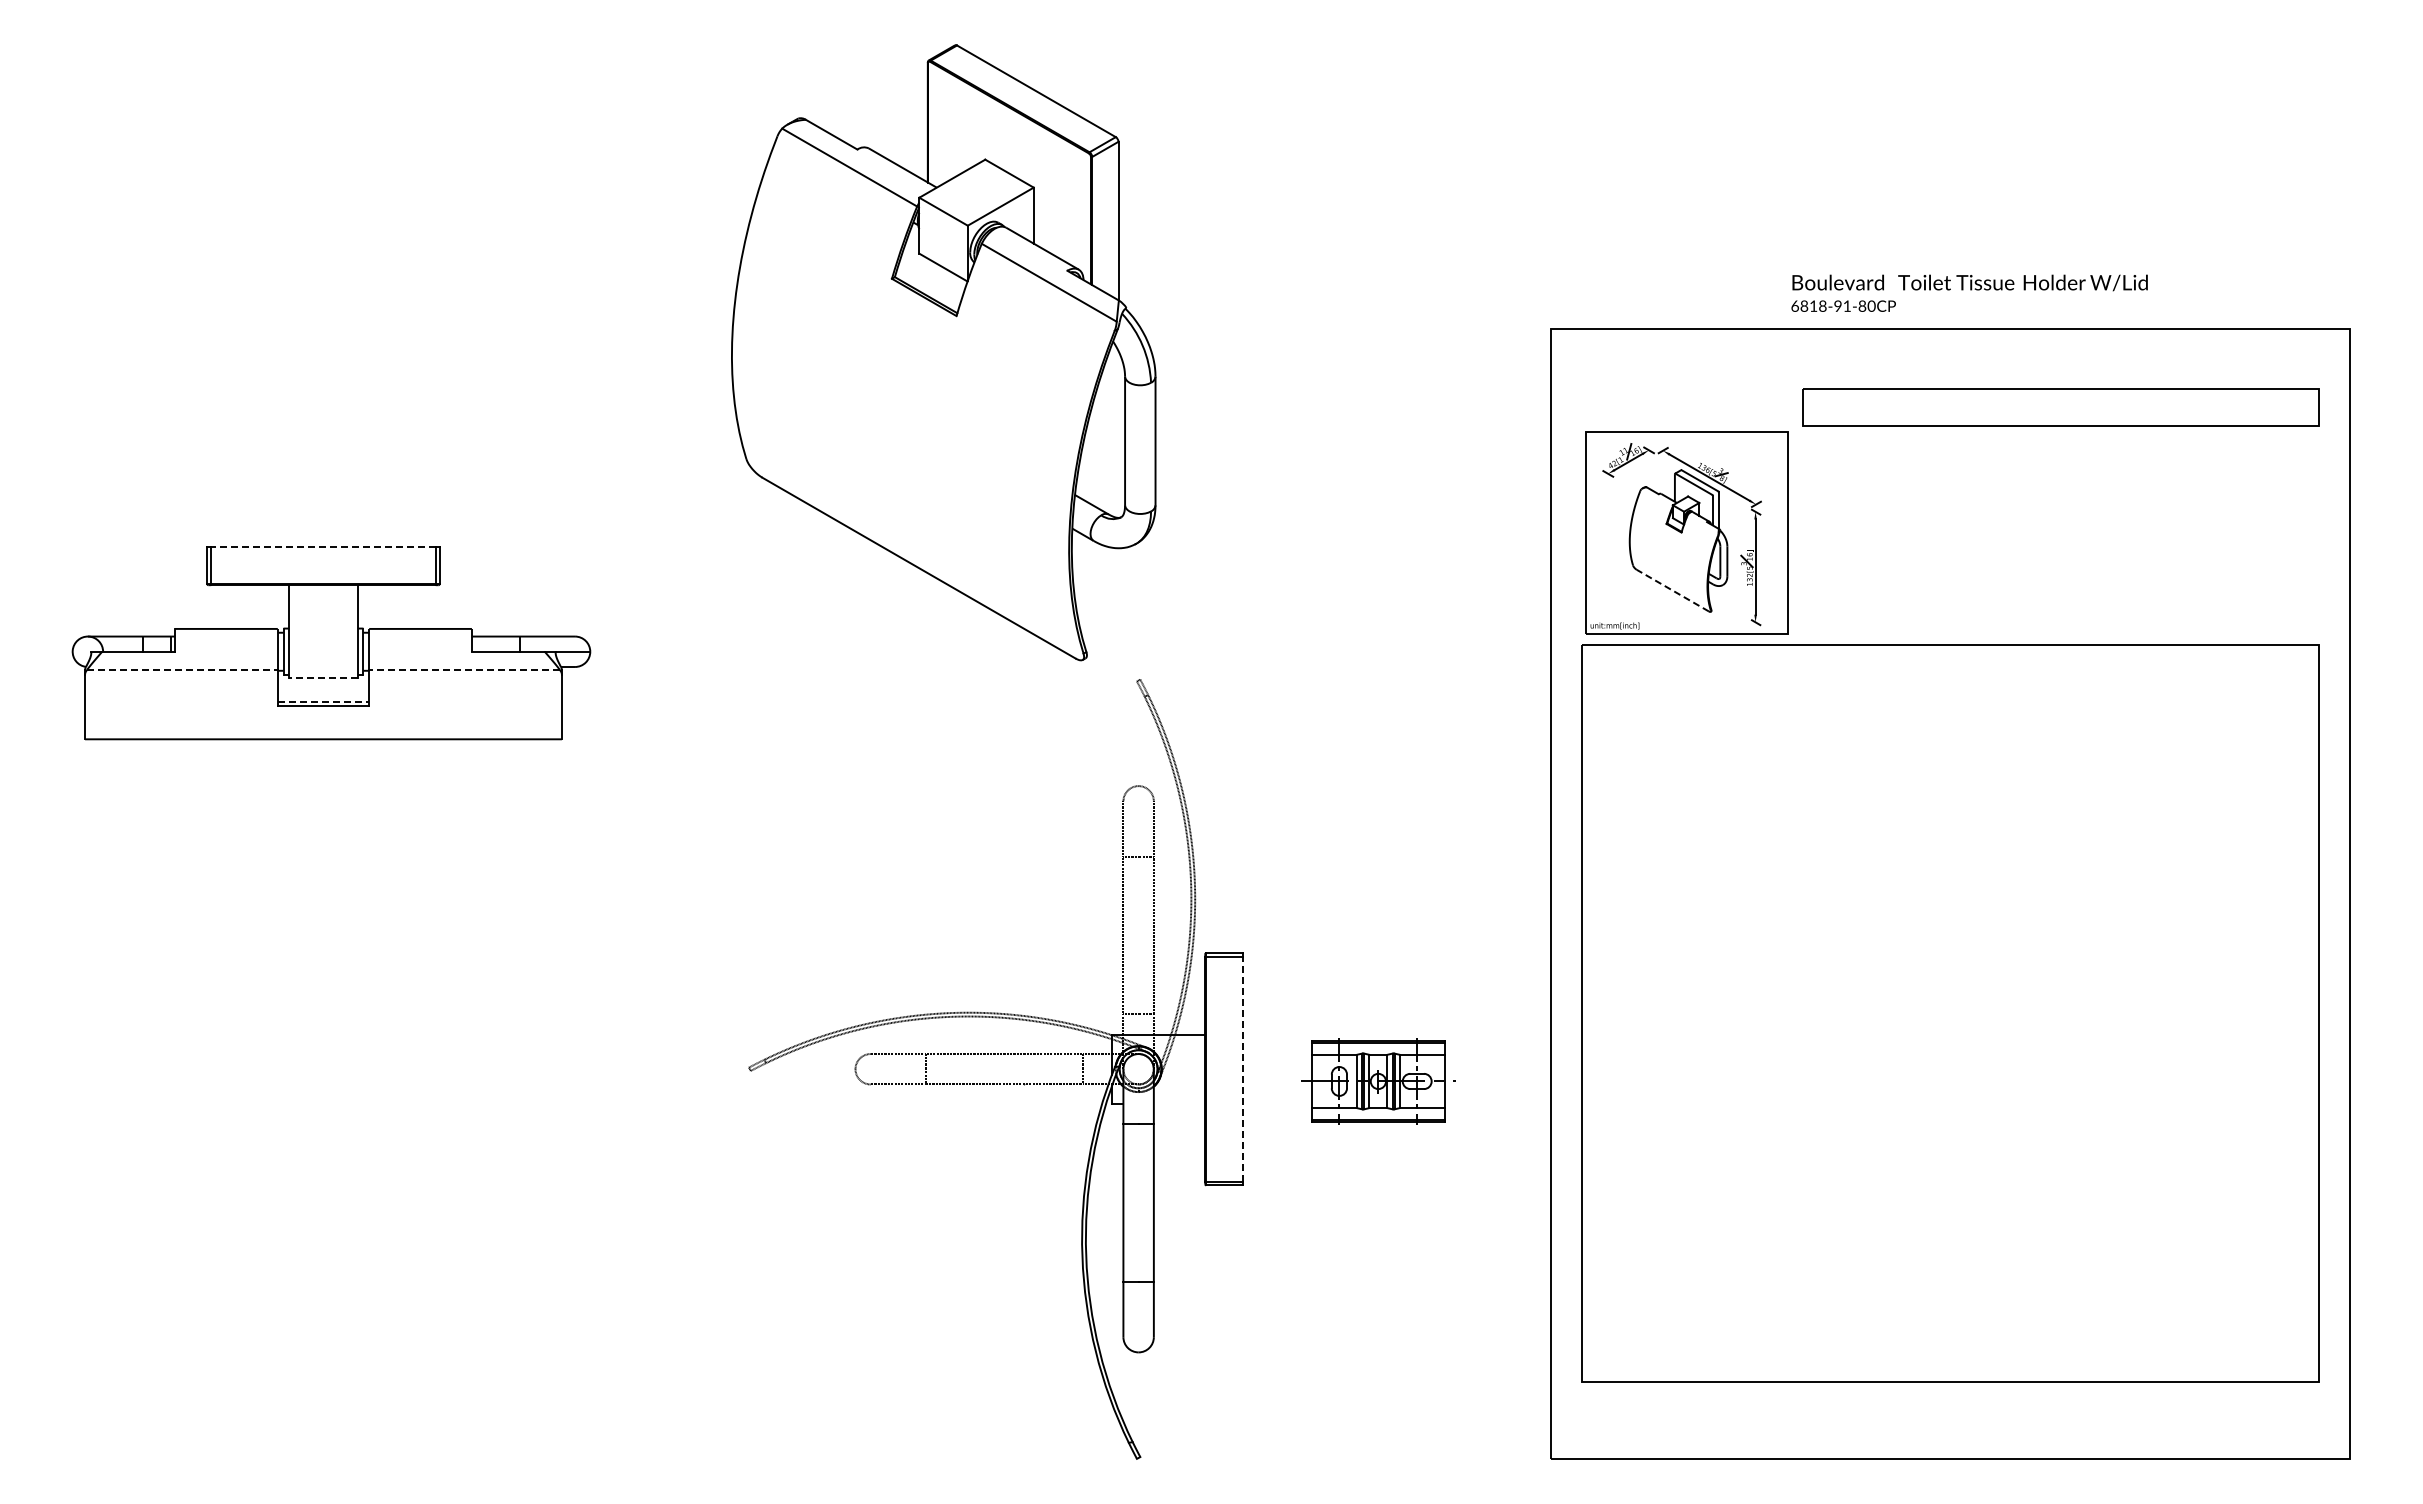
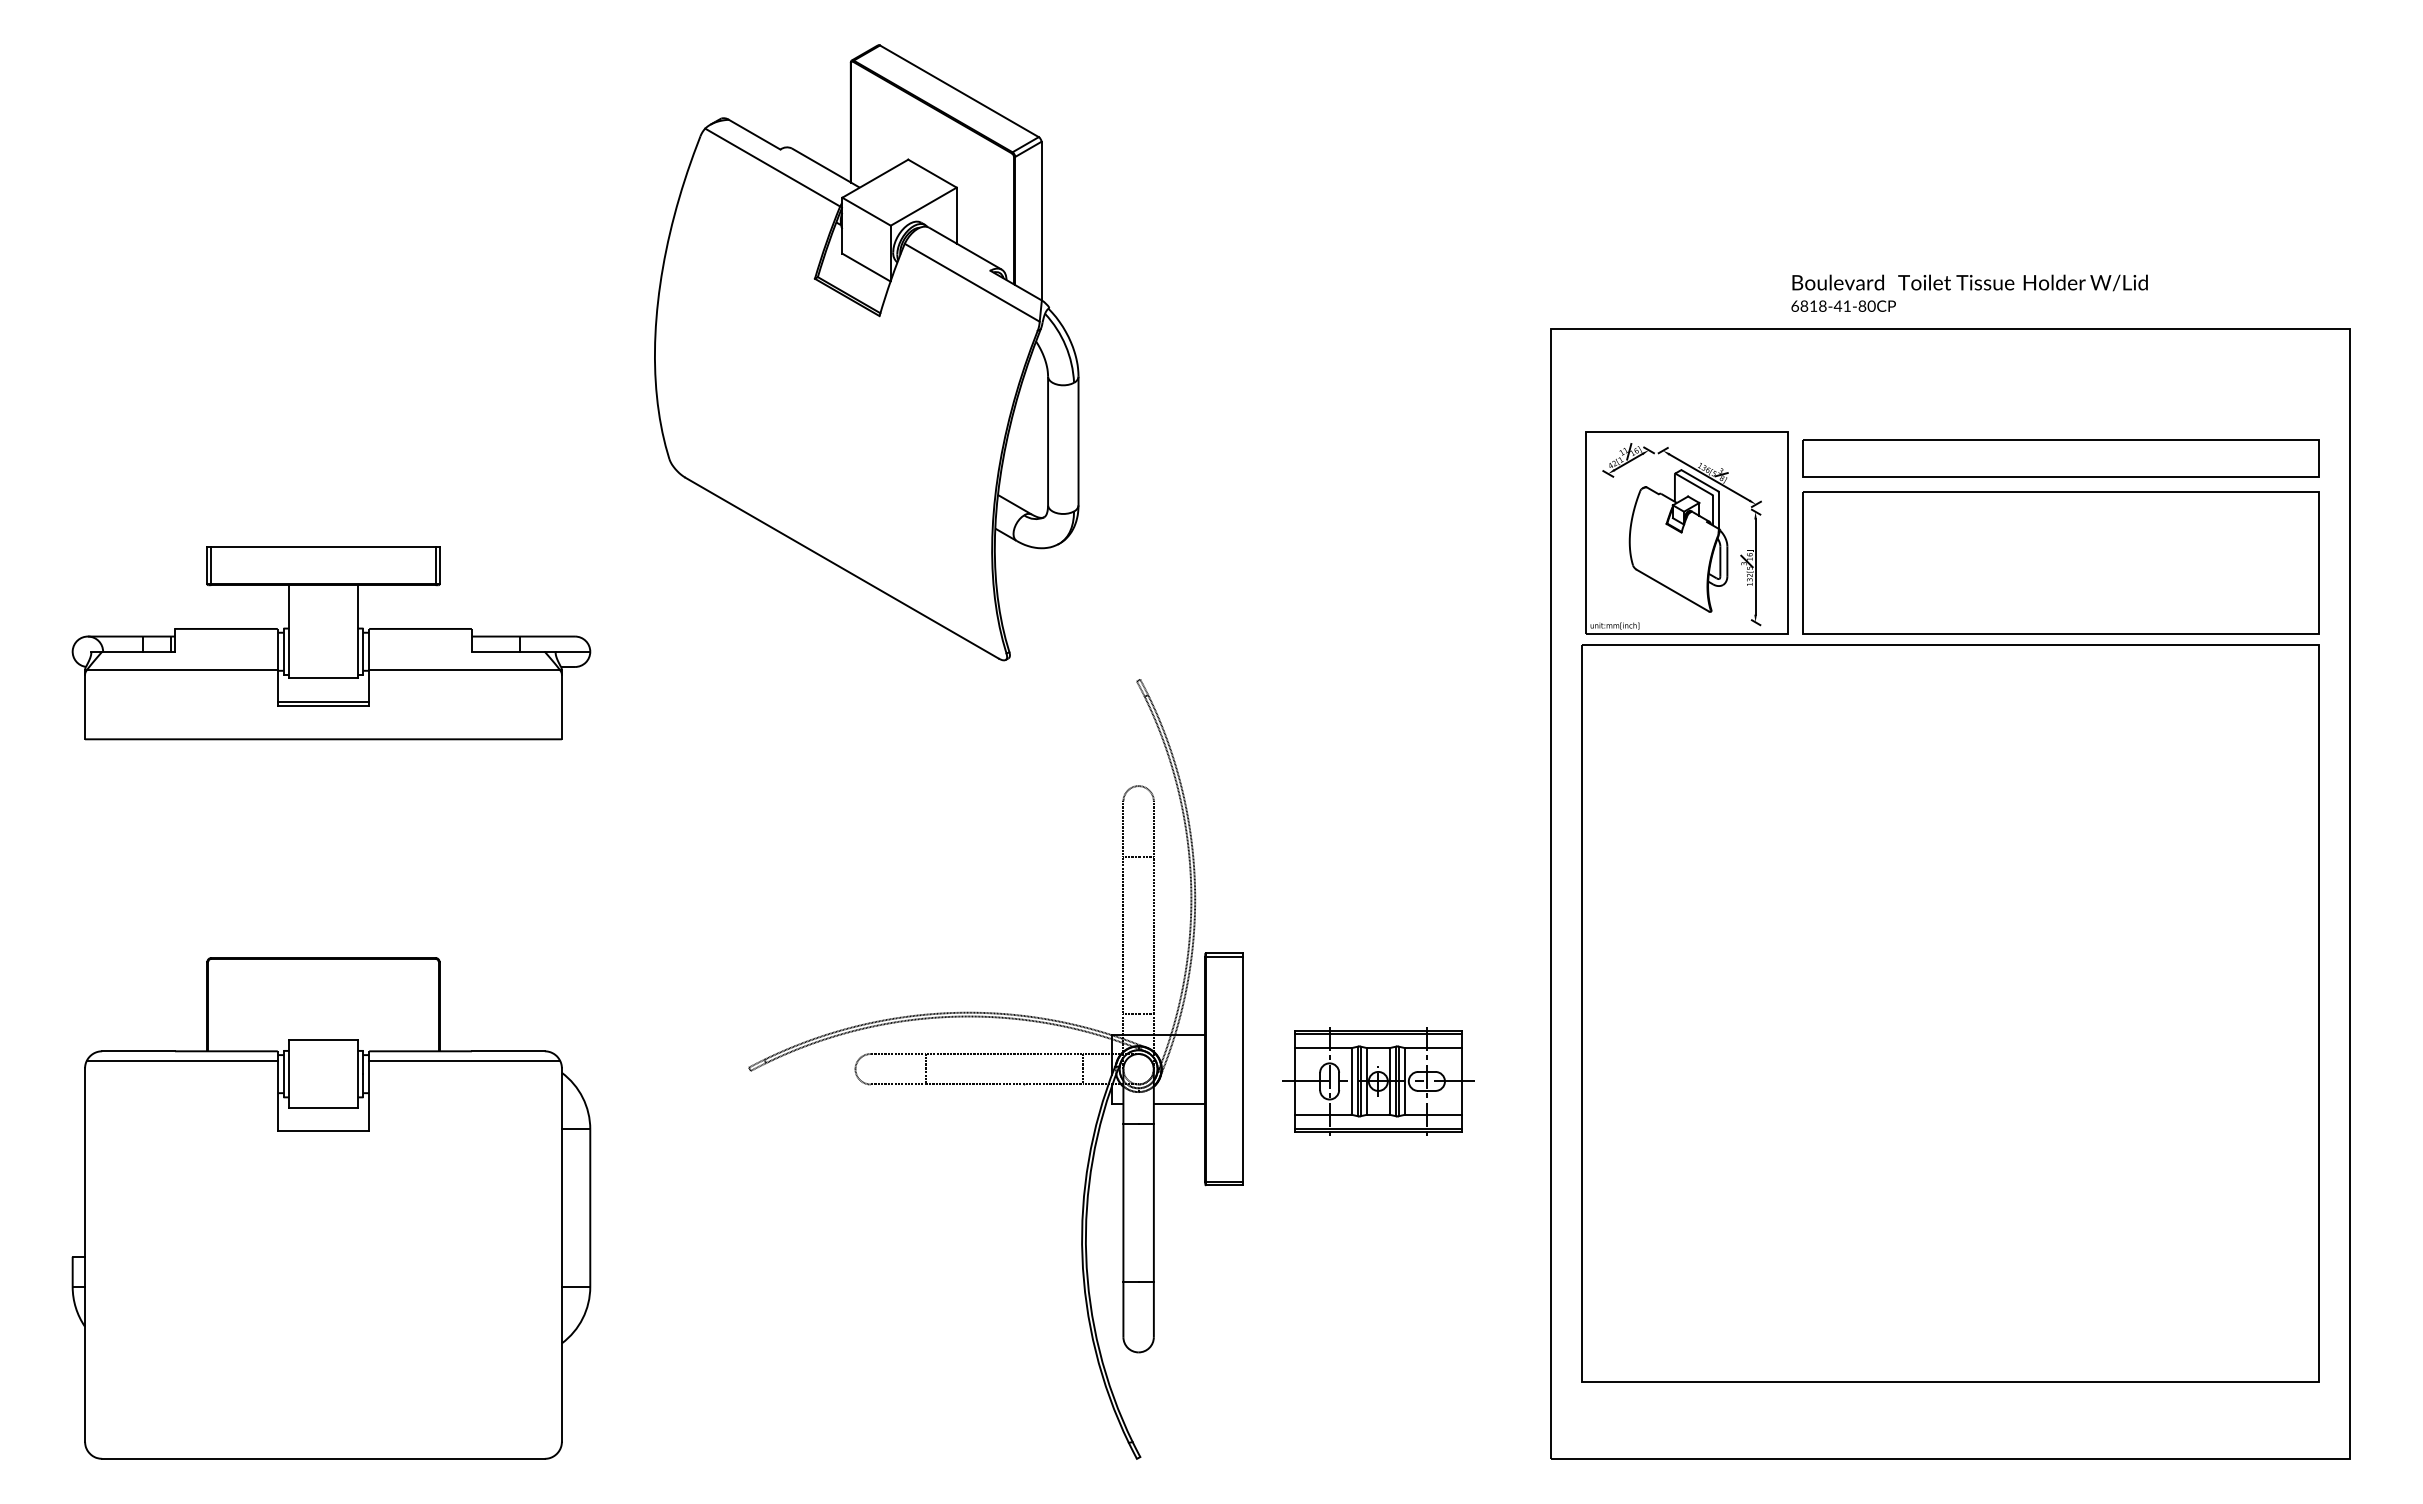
text at (1837, 305): 6818-91-80CP -> 6818-41-80CP
part at (943, 352) position: (943, 352) -> (866, 352)
part at (2060, 407) position: (2060, 407) -> (2060, 458)
line at (322, 547): dashed -> solid
part at (2060, 562): none -> present
line at (1672, 590): dashed -> solid
line at (182, 670): dashed -> solid
line at (464, 670): dashed -> solid
line at (322, 678): dashed -> solid
line at (323, 701): dashed -> solid
line at (1243, 1068): dashed -> solid
part at (1378, 1081) size: 155x87 px -> 193x109 px
line at (1179, 1103): none -> present
part at (331, 1208): none -> present
